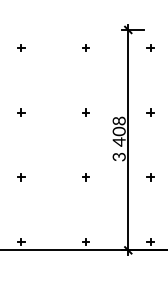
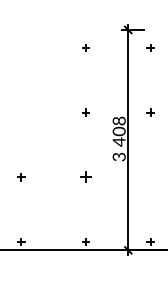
part at (21, 47): present -> none
part at (21, 112): present -> none
part at (85, 177) size: 8x9 px -> 12x12 px
part at (150, 177): present -> none
